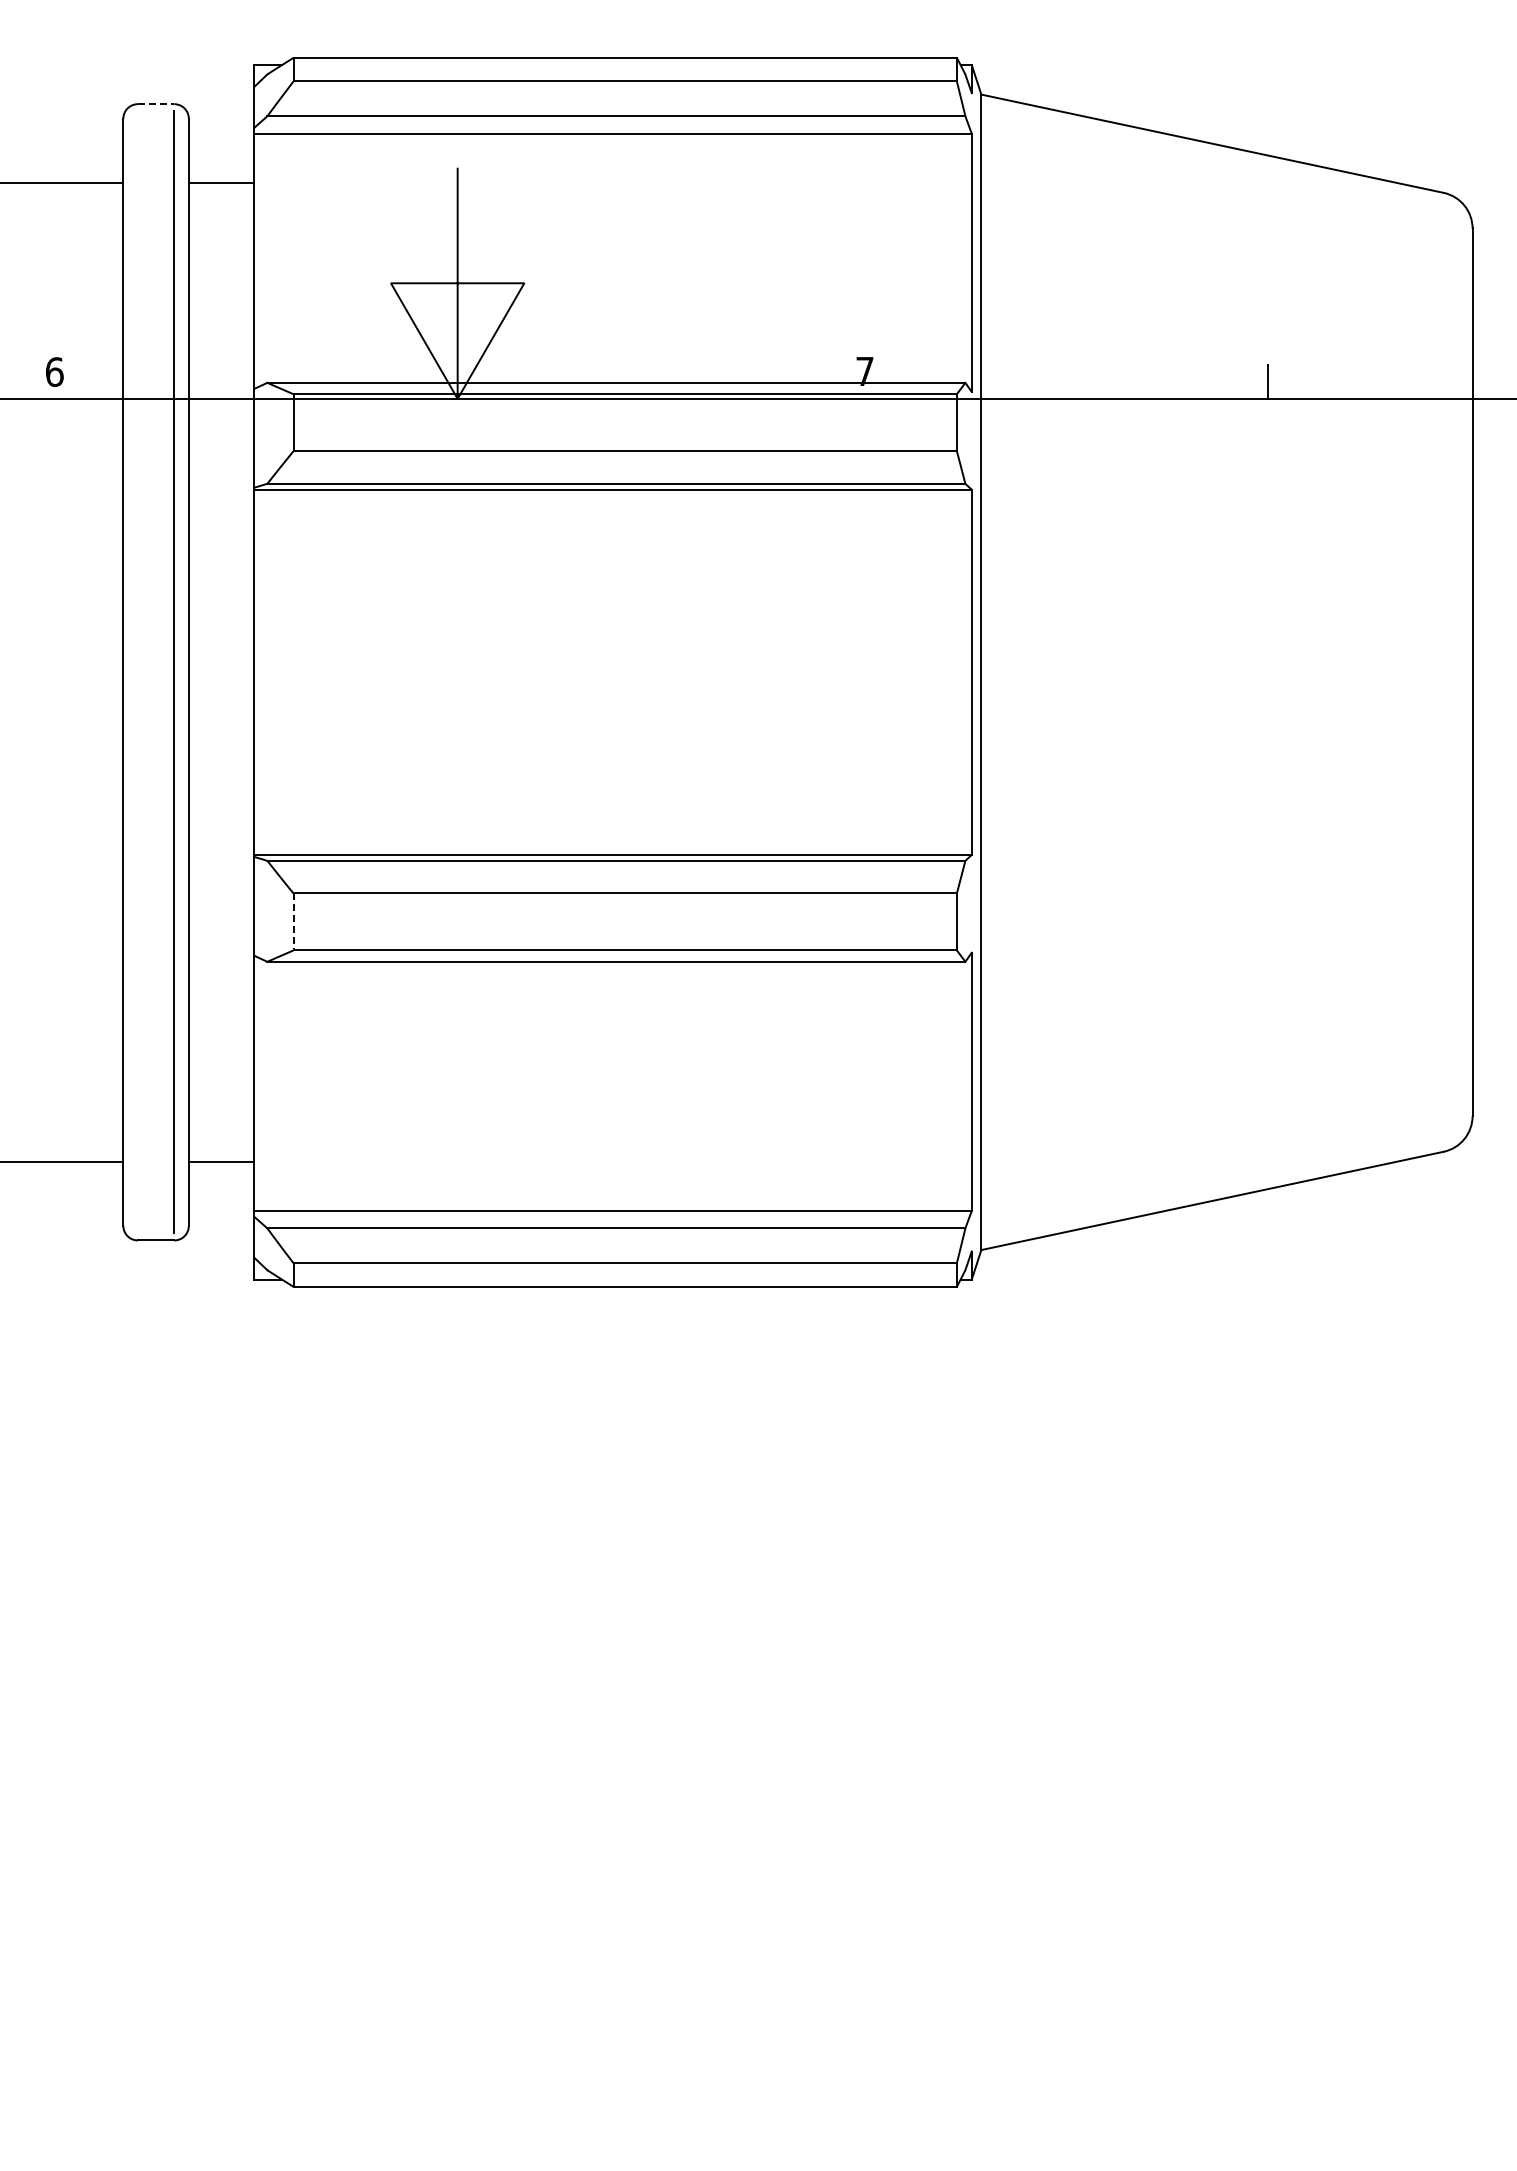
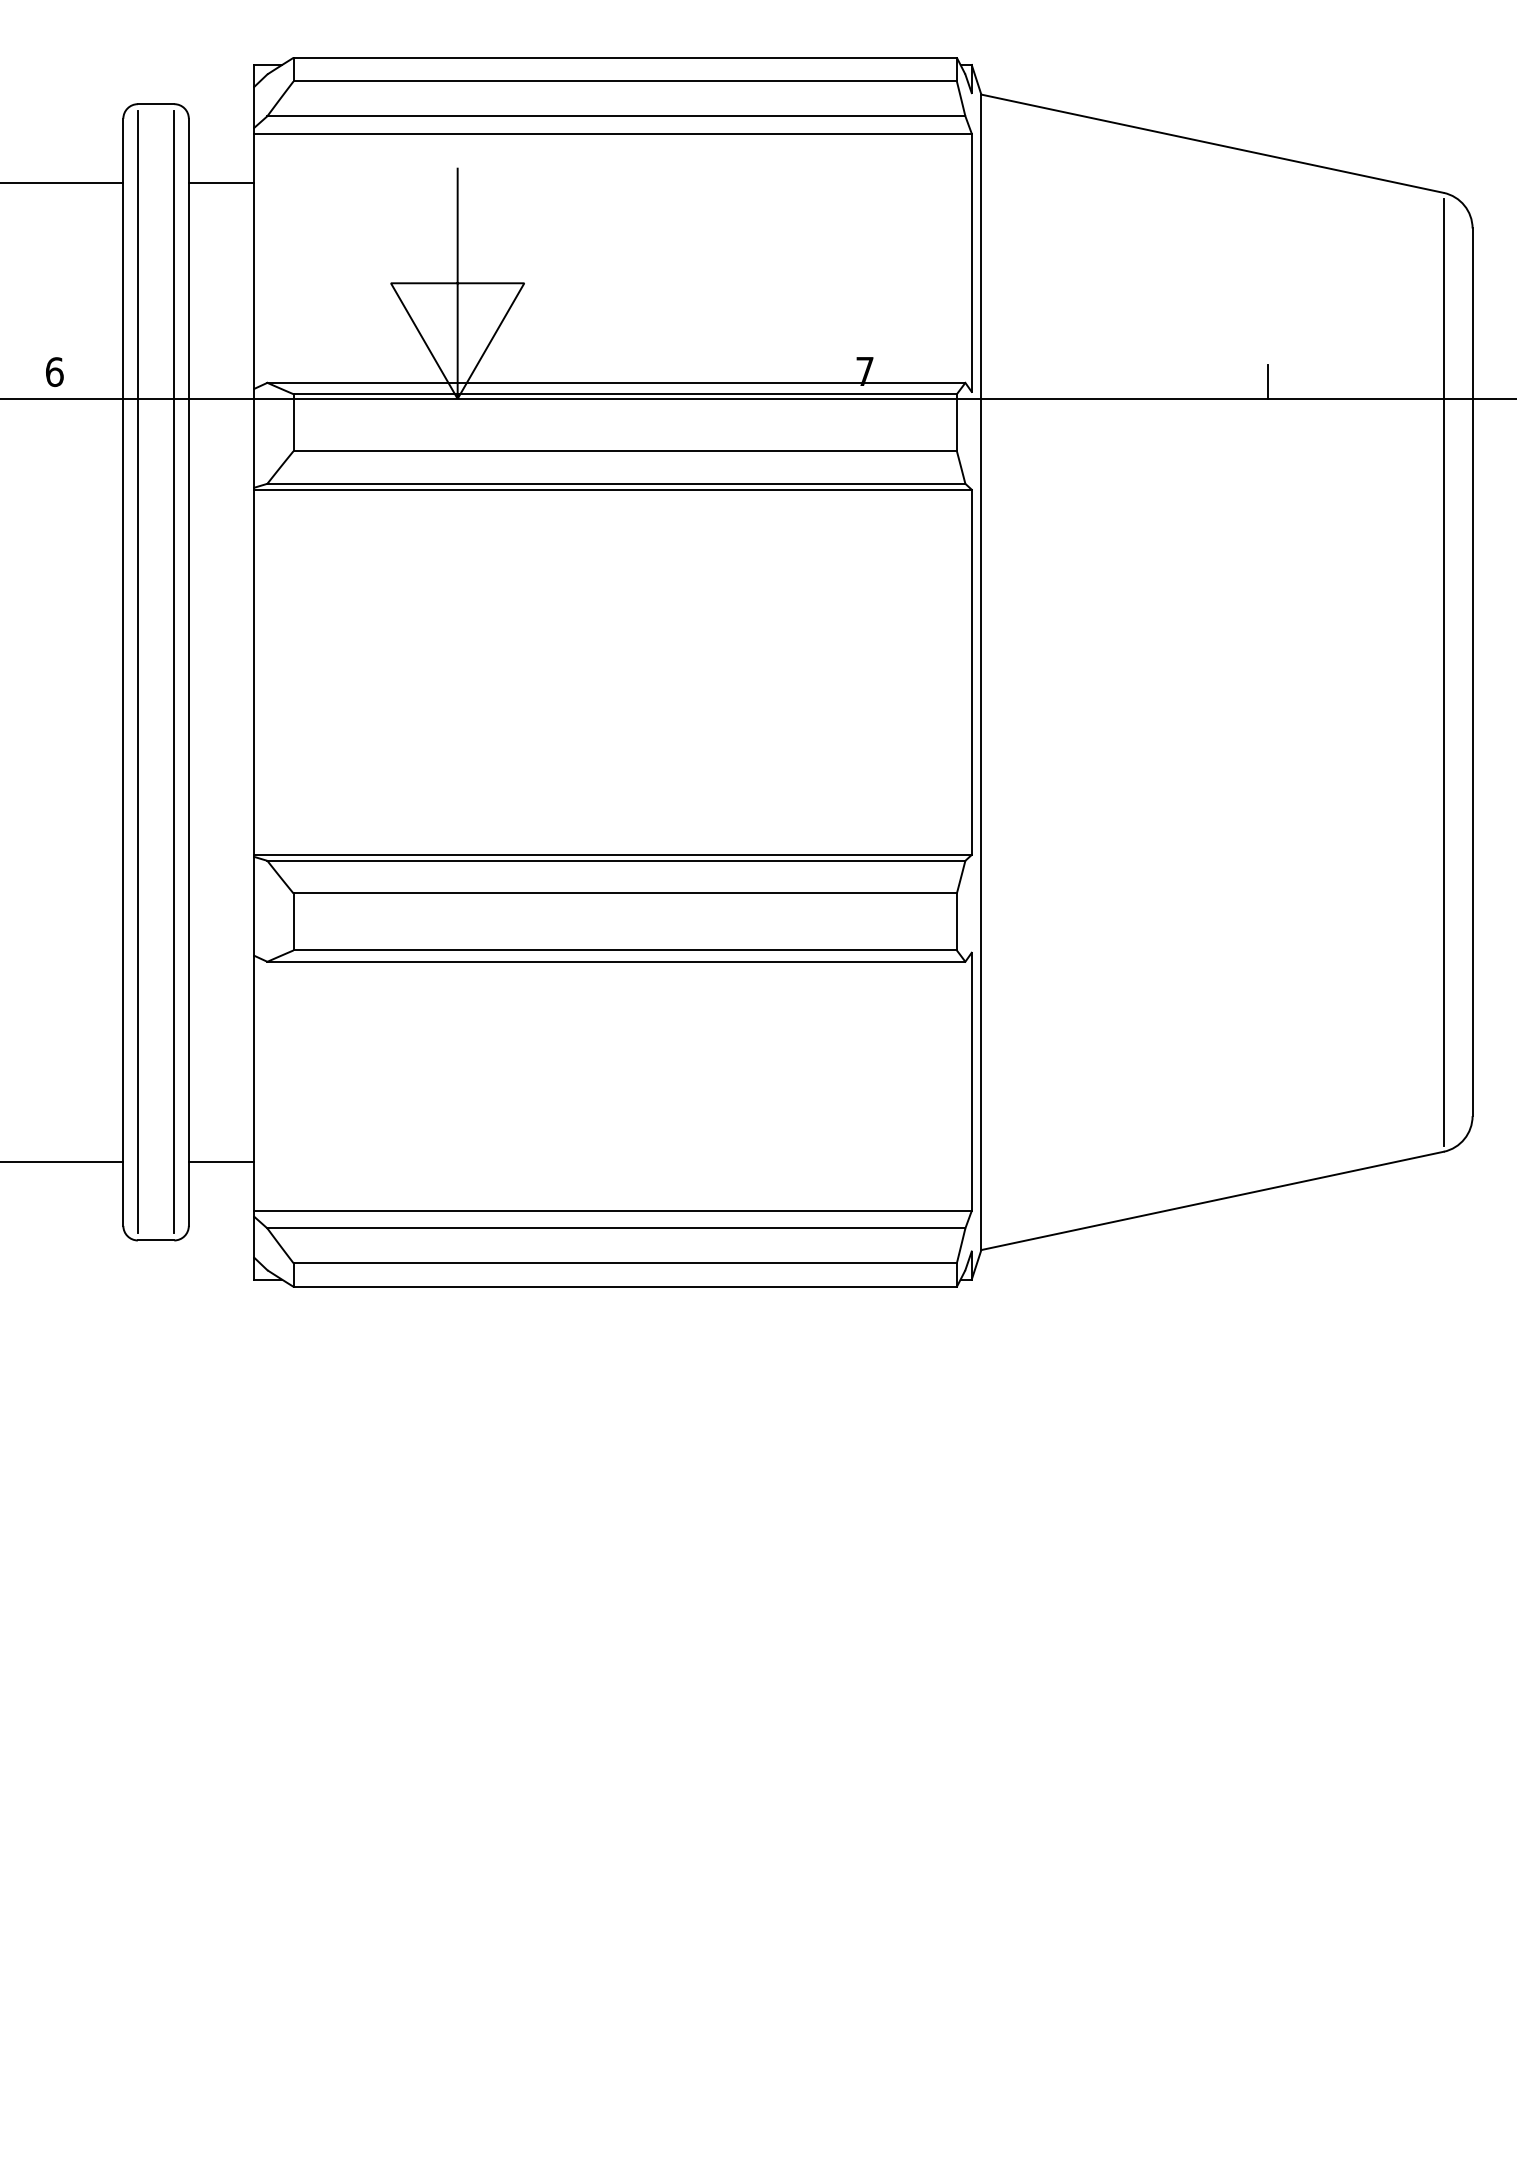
line at (156, 104): dashed -> solid
line at (1443, 671): none -> present
line at (137, 672): none -> present
line at (293, 921): dashed -> solid
